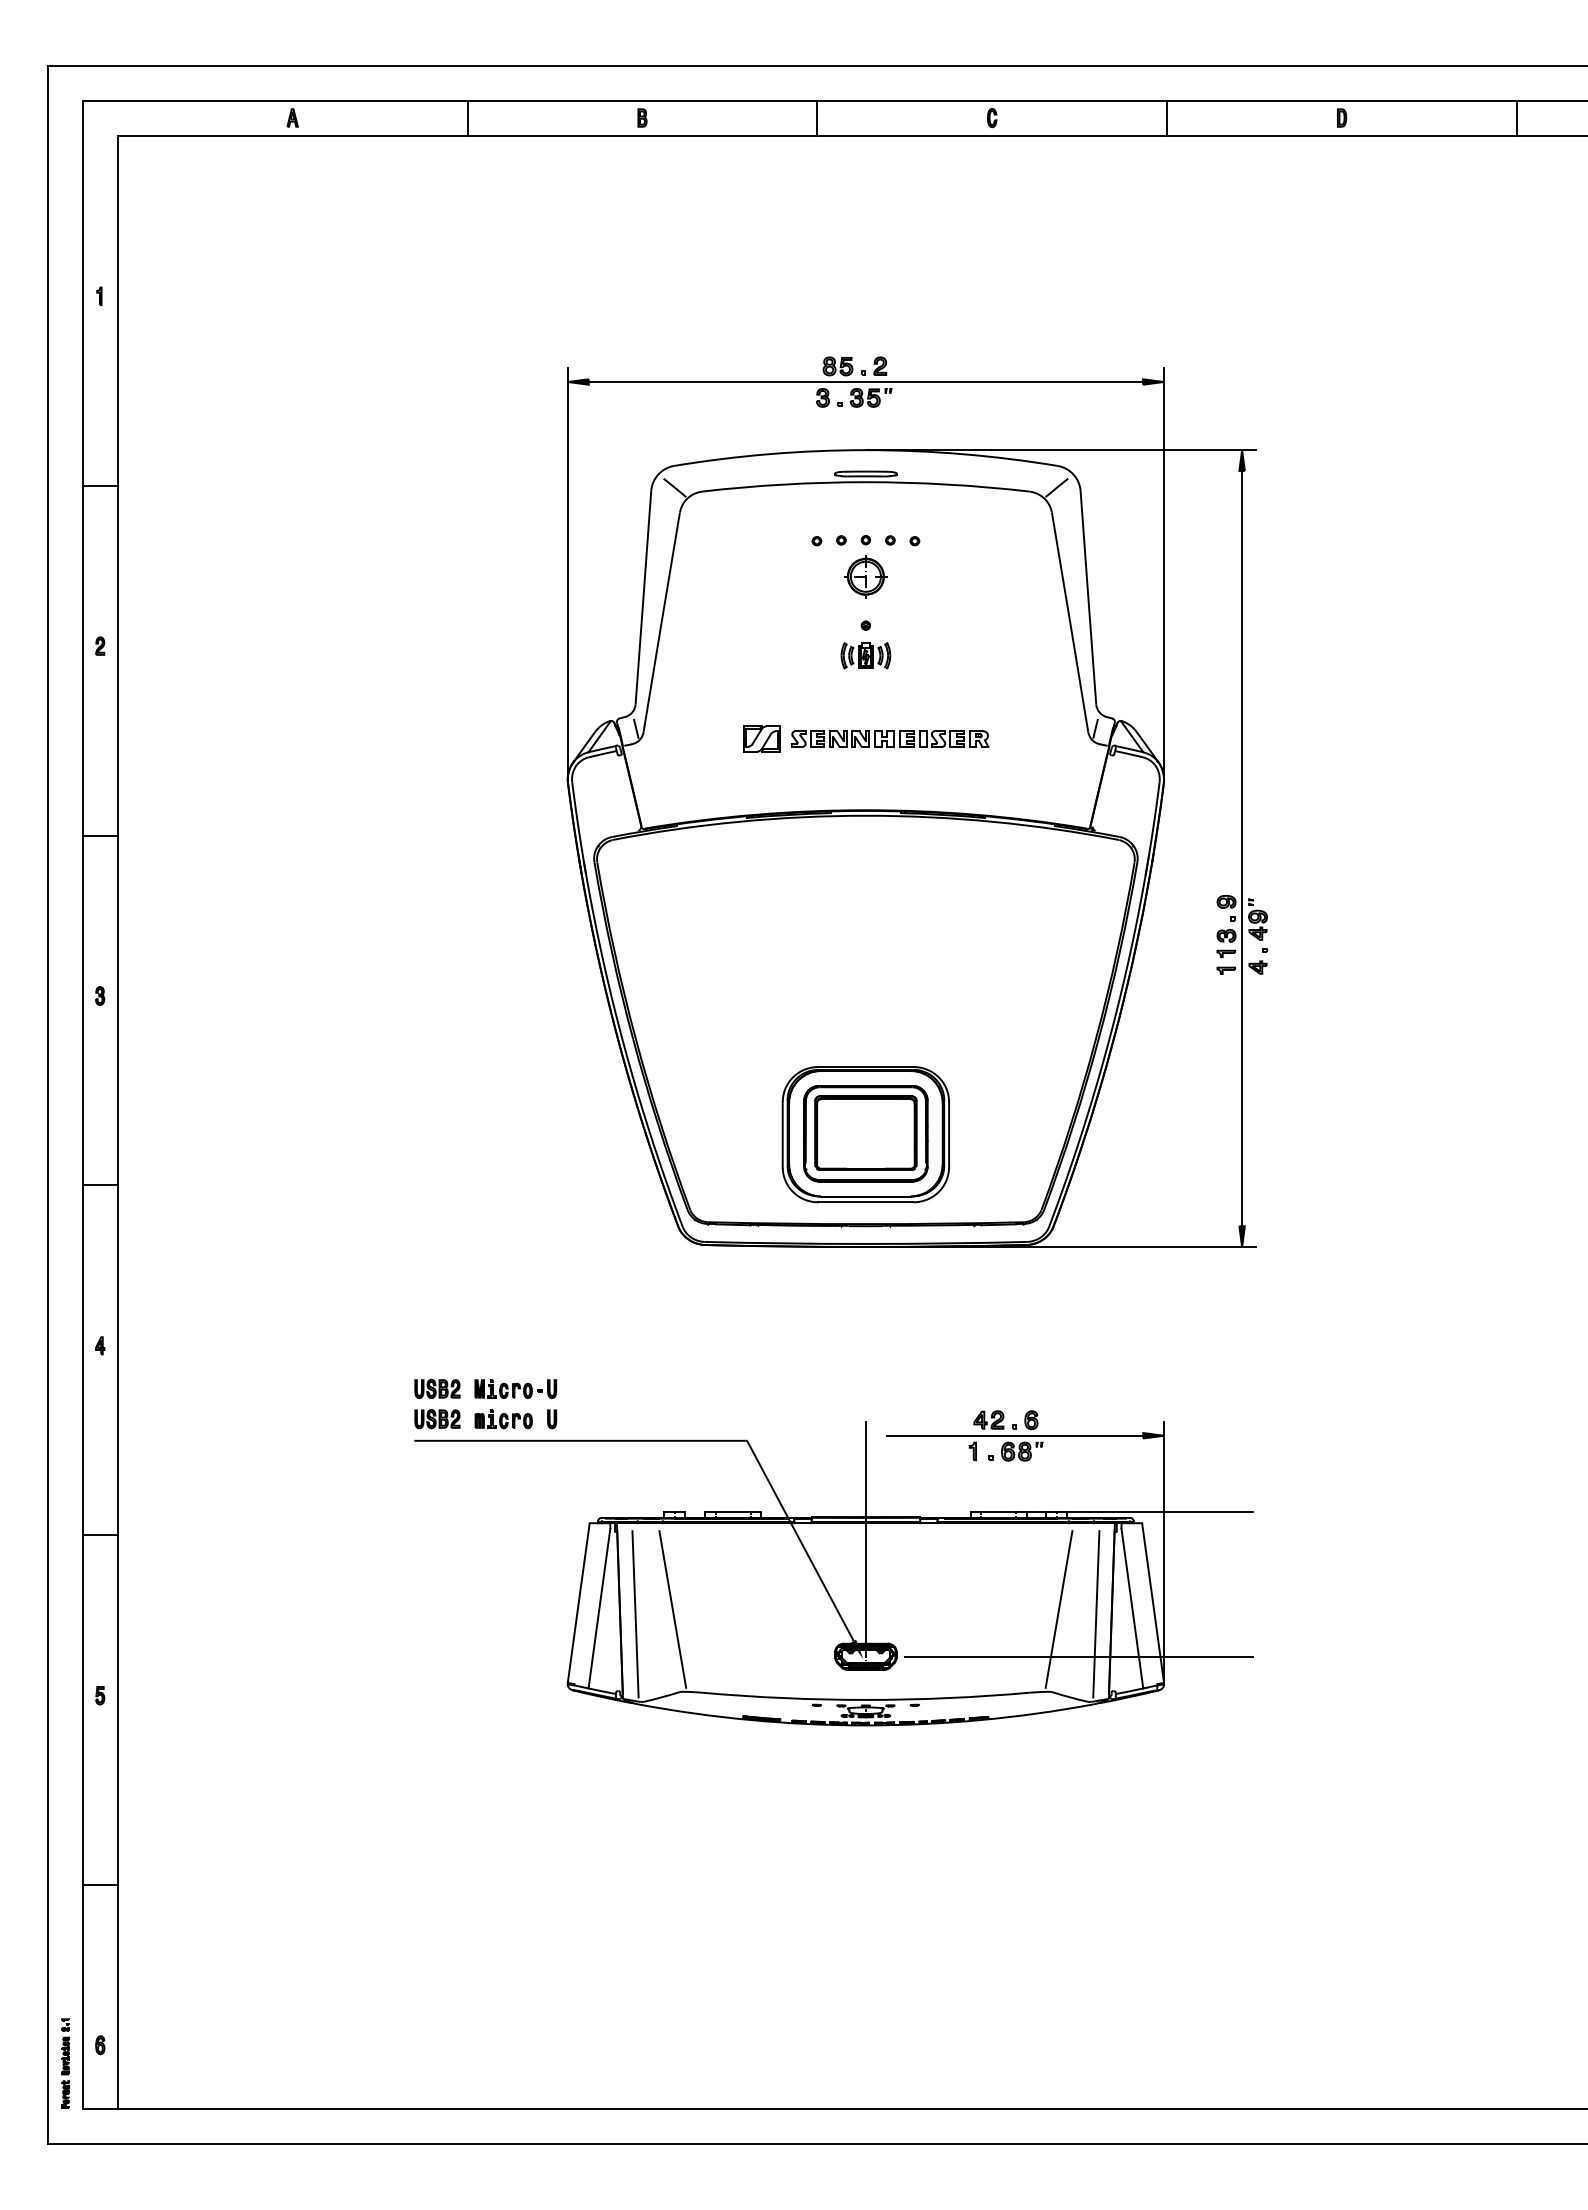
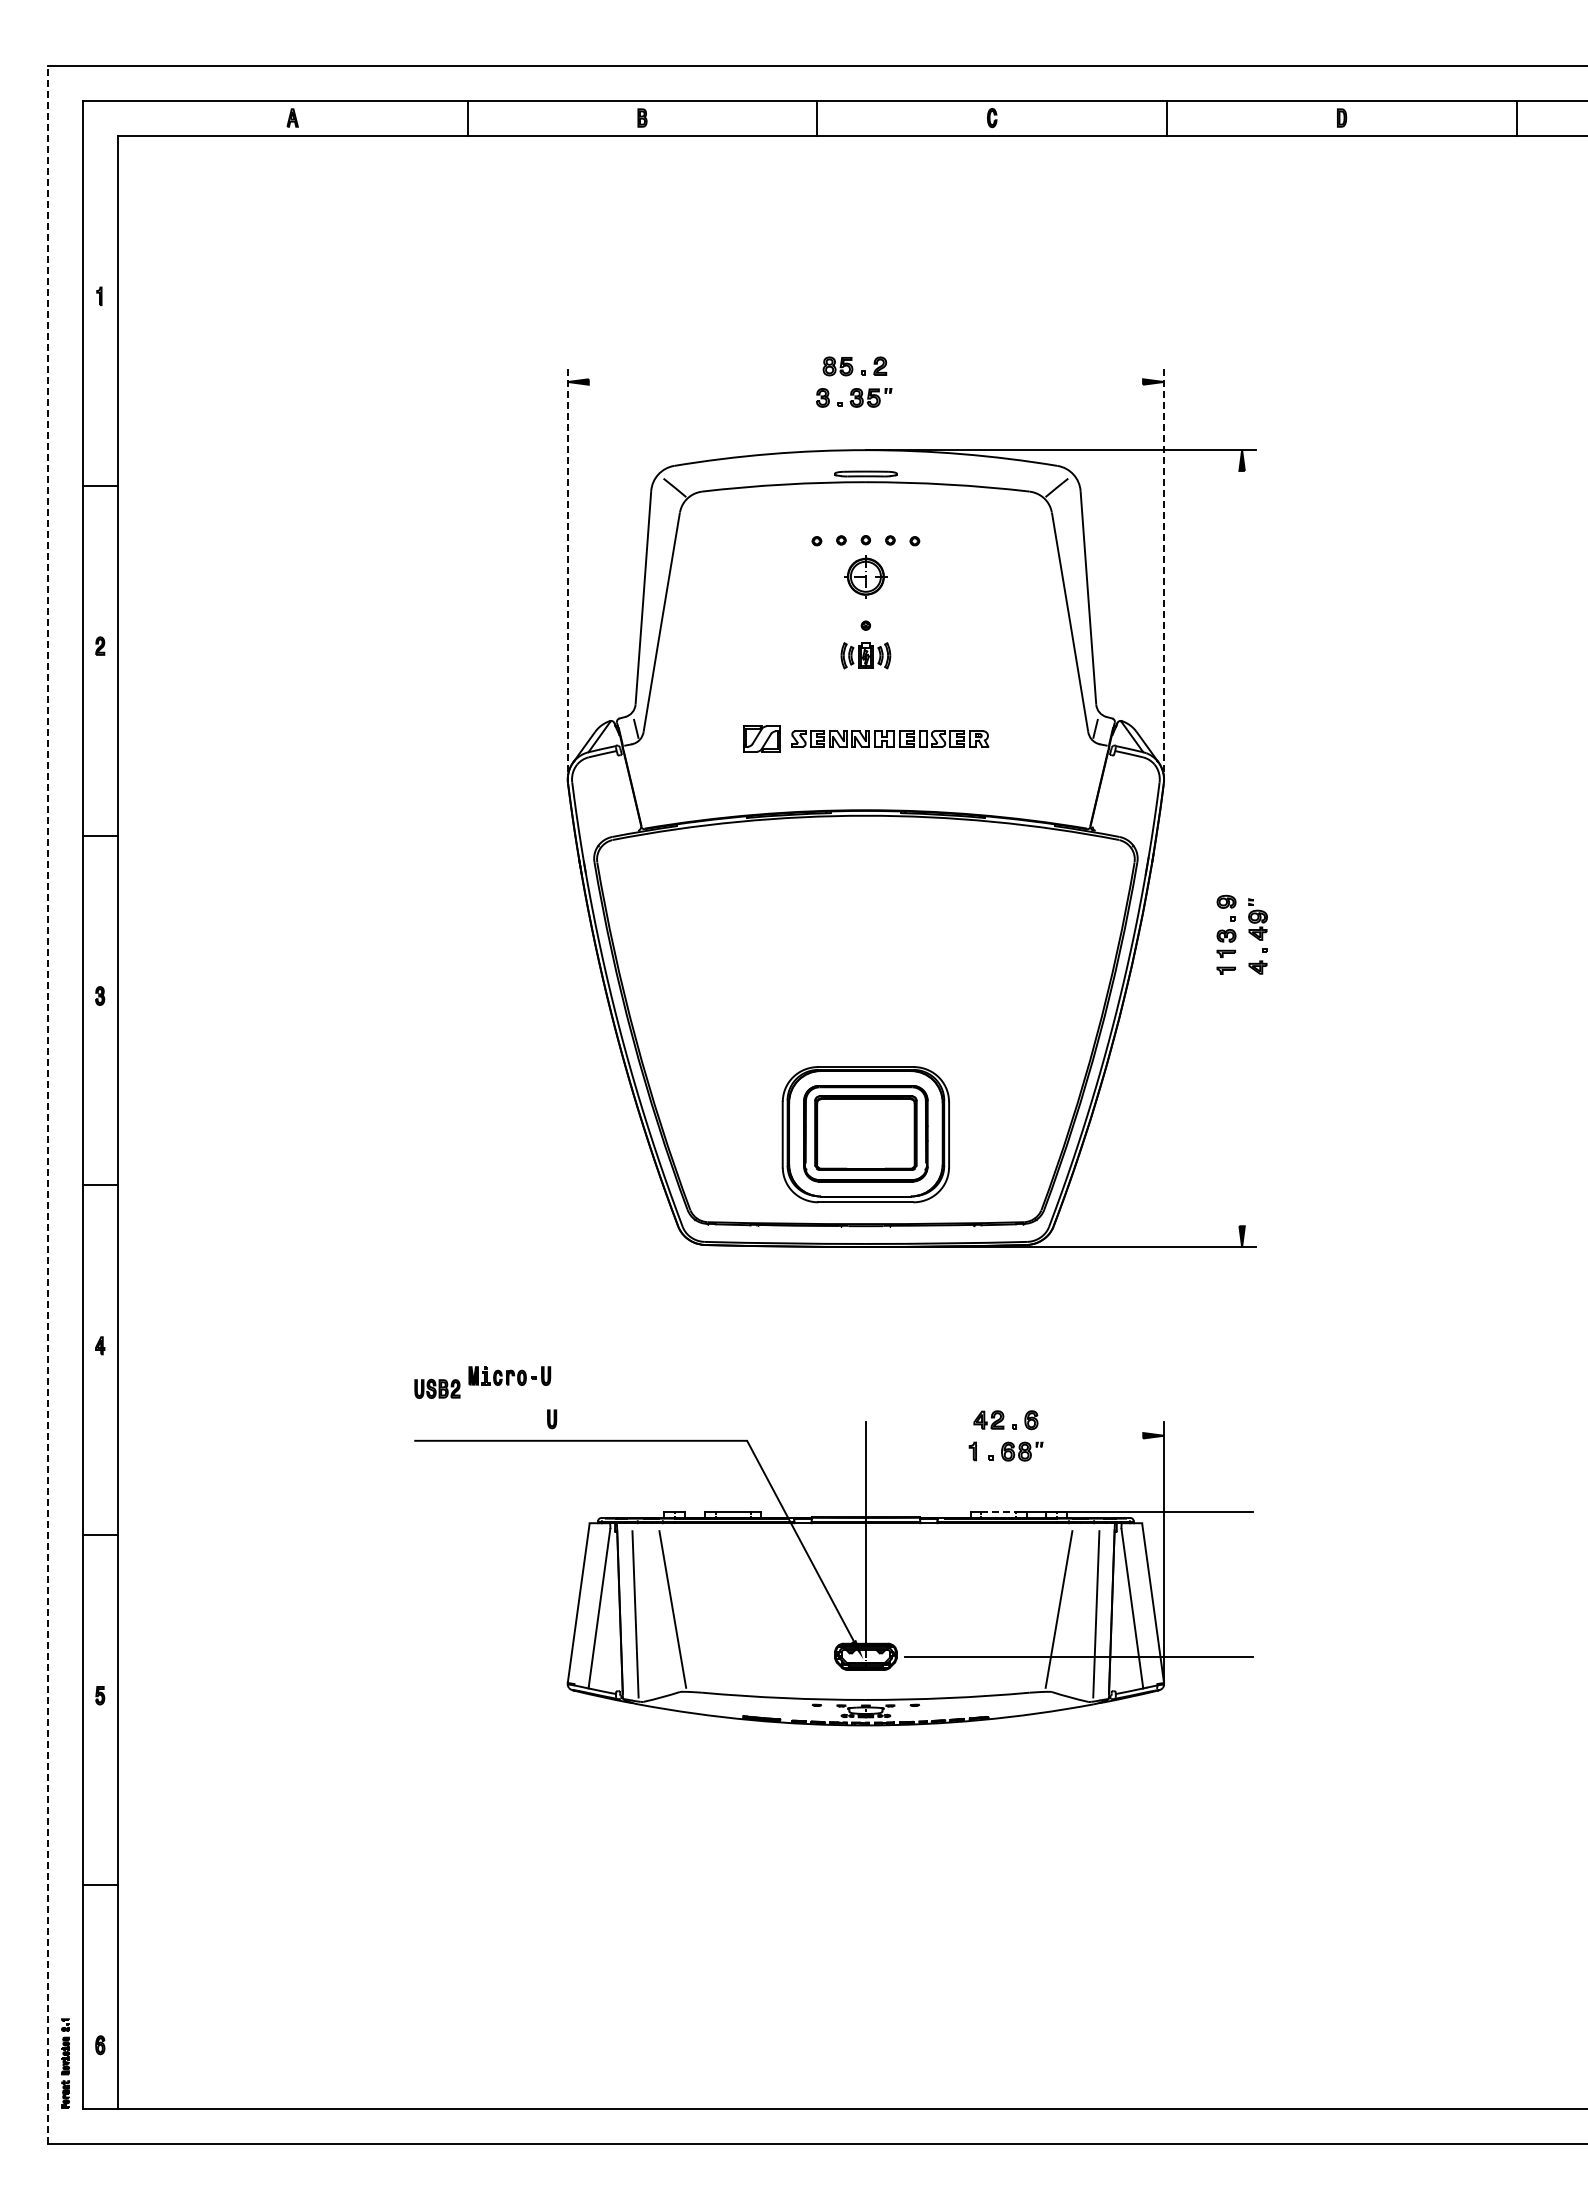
line at (865, 382): present -> none
line at (567, 575): solid -> dashed
line at (1163, 575): solid -> dashed
line at (1242, 848): present -> none
line at (47, 1105): solid -> dashed
part at (515, 1388) position: (515, 1388) -> (509, 1375)
part at (437, 1419): present -> none
part at (503, 1419): present -> none
line at (1014, 1435): present -> none
line at (999, 1512): solid -> dashed
